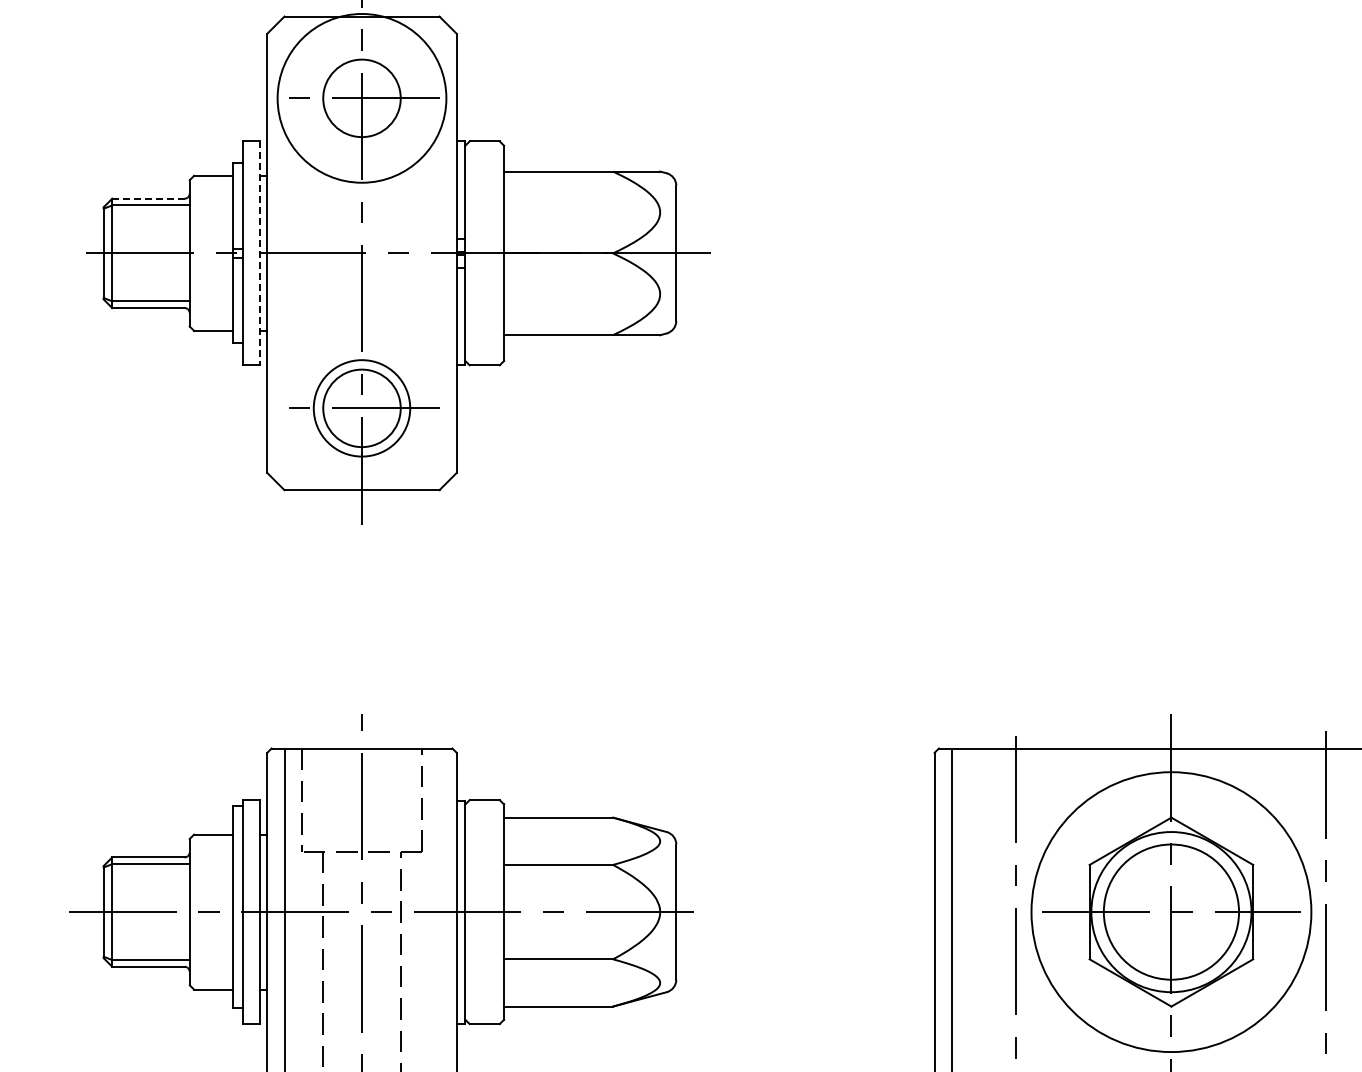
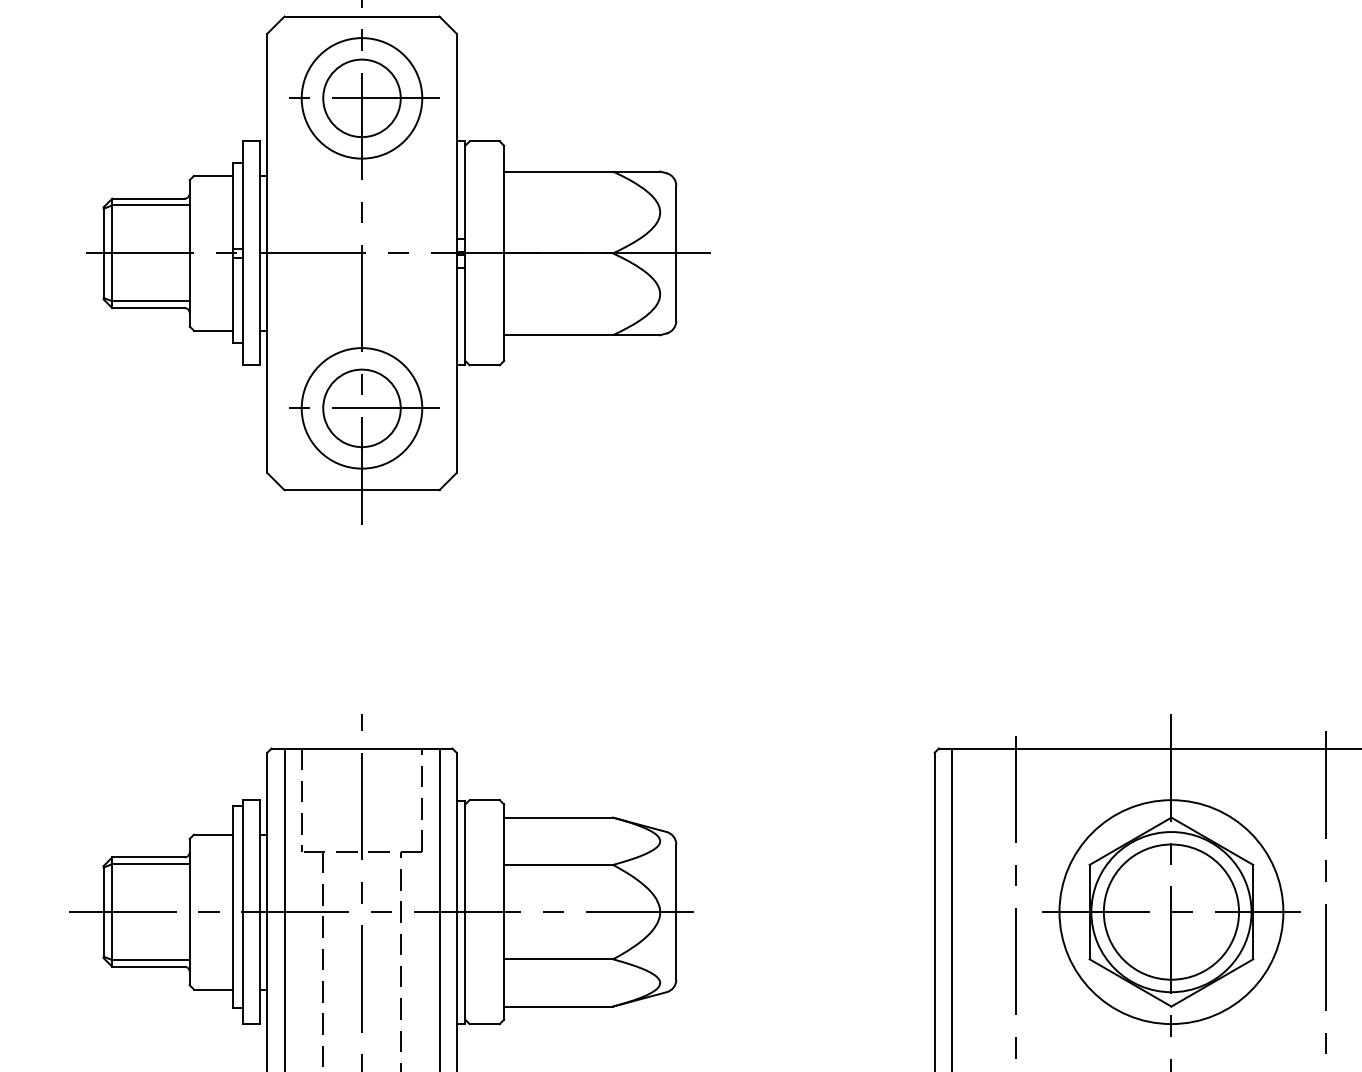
circle at (361, 97) diameter: 169 px -> 121 px
line at (148, 198): dashed -> solid
line at (260, 253): dashed -> solid
circle at (361, 408) diameter: 96 px -> 121 px
line at (439, 908): none -> present
circle at (1171, 912) diameter: 280 px -> 224 px
